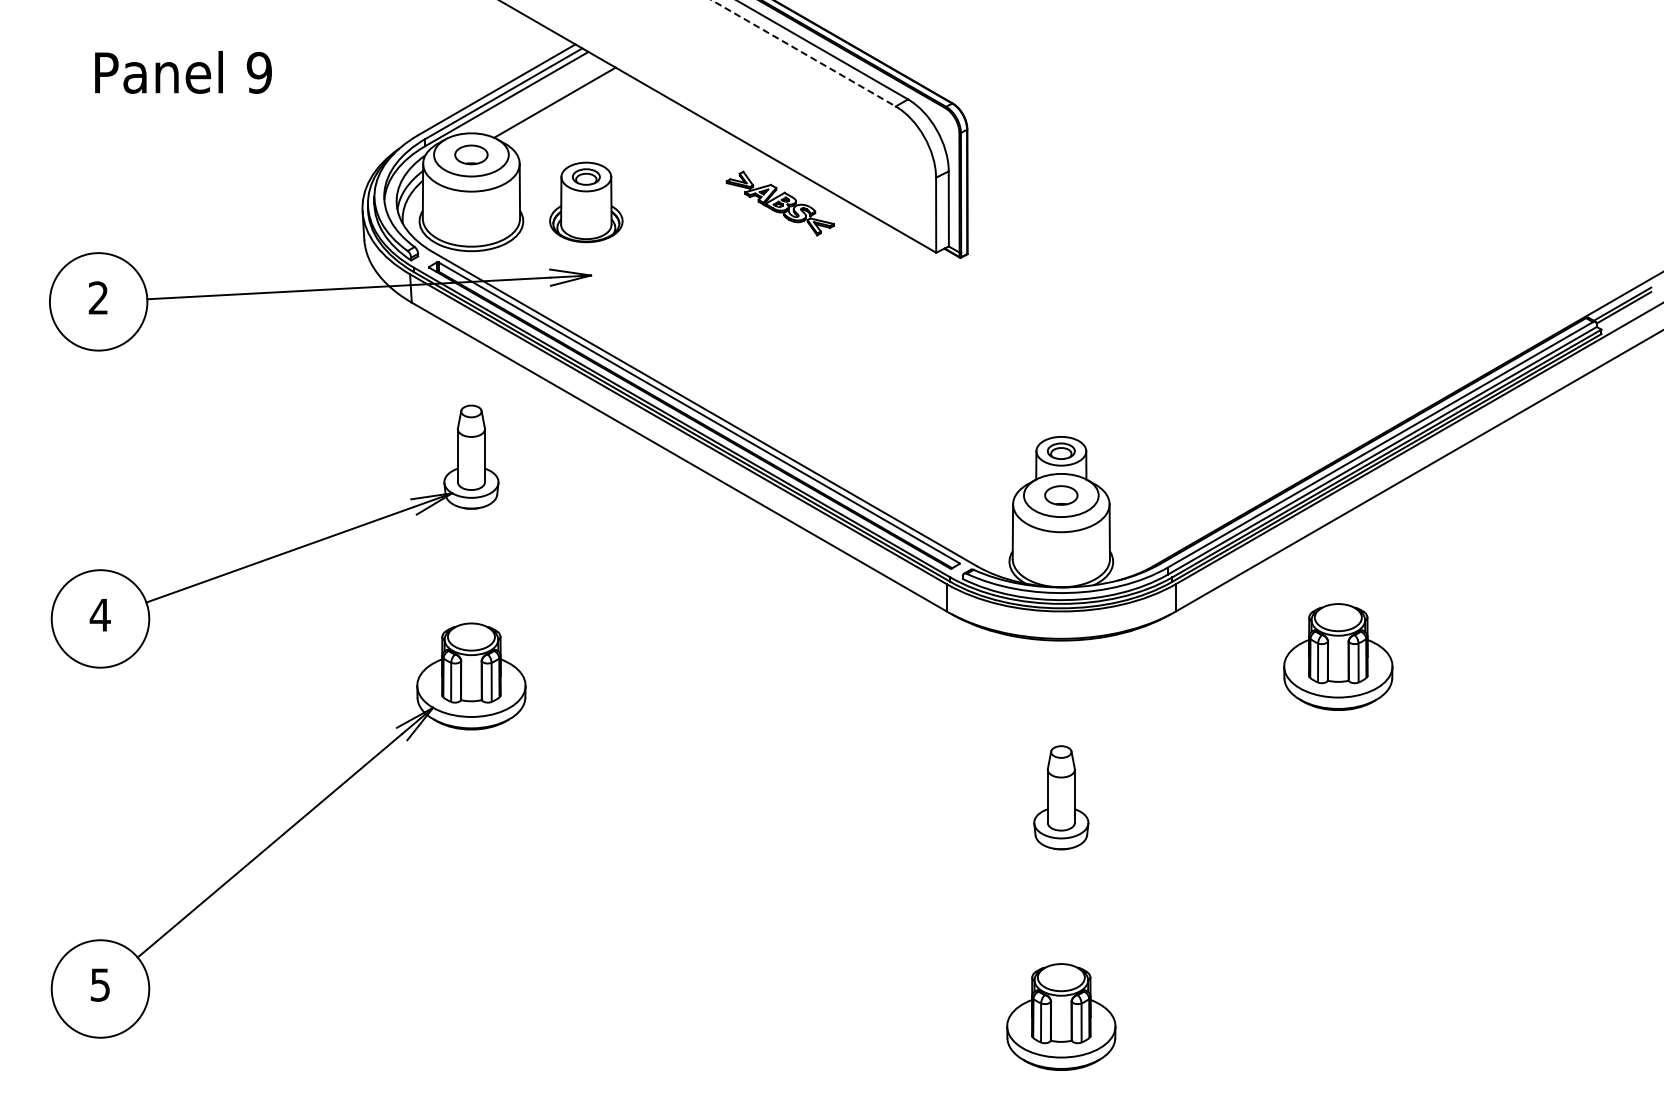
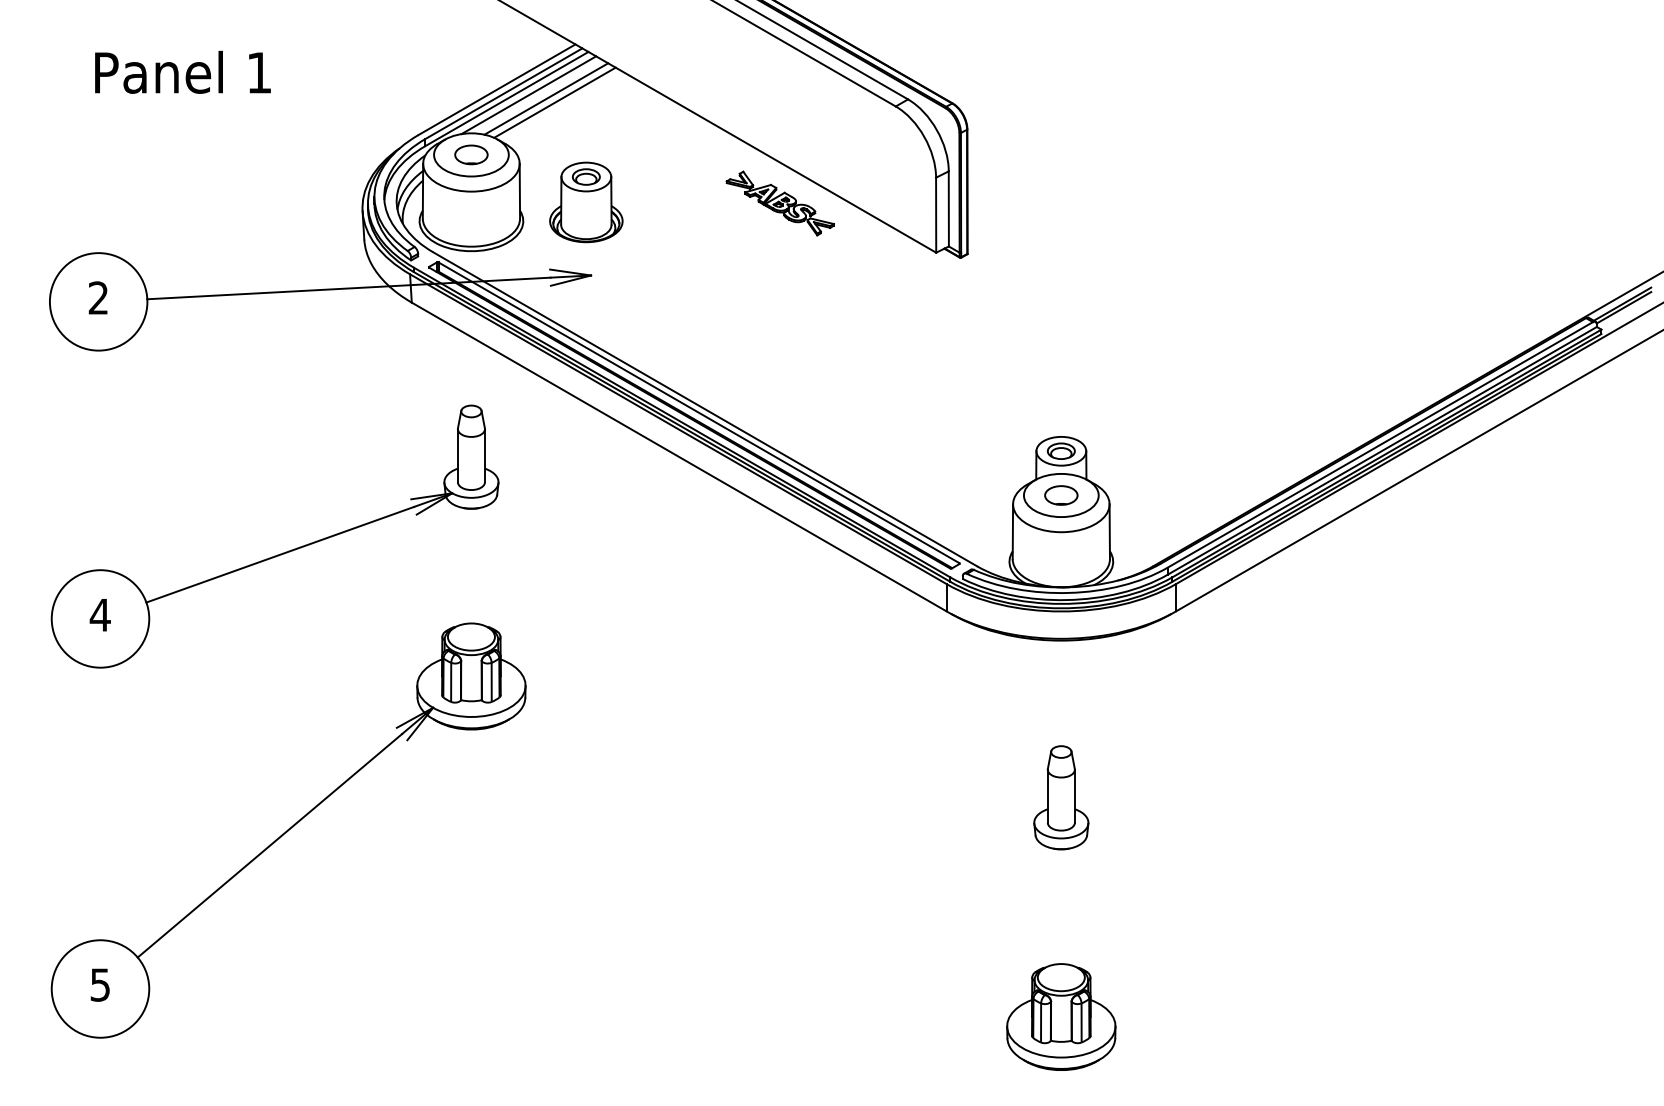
line at (804, 53): dashed -> solid
text at (258, 72): 9 -> 1
line at (528, 95): none -> present
line at (546, 98): none -> present
part at (1338, 656): present -> none
